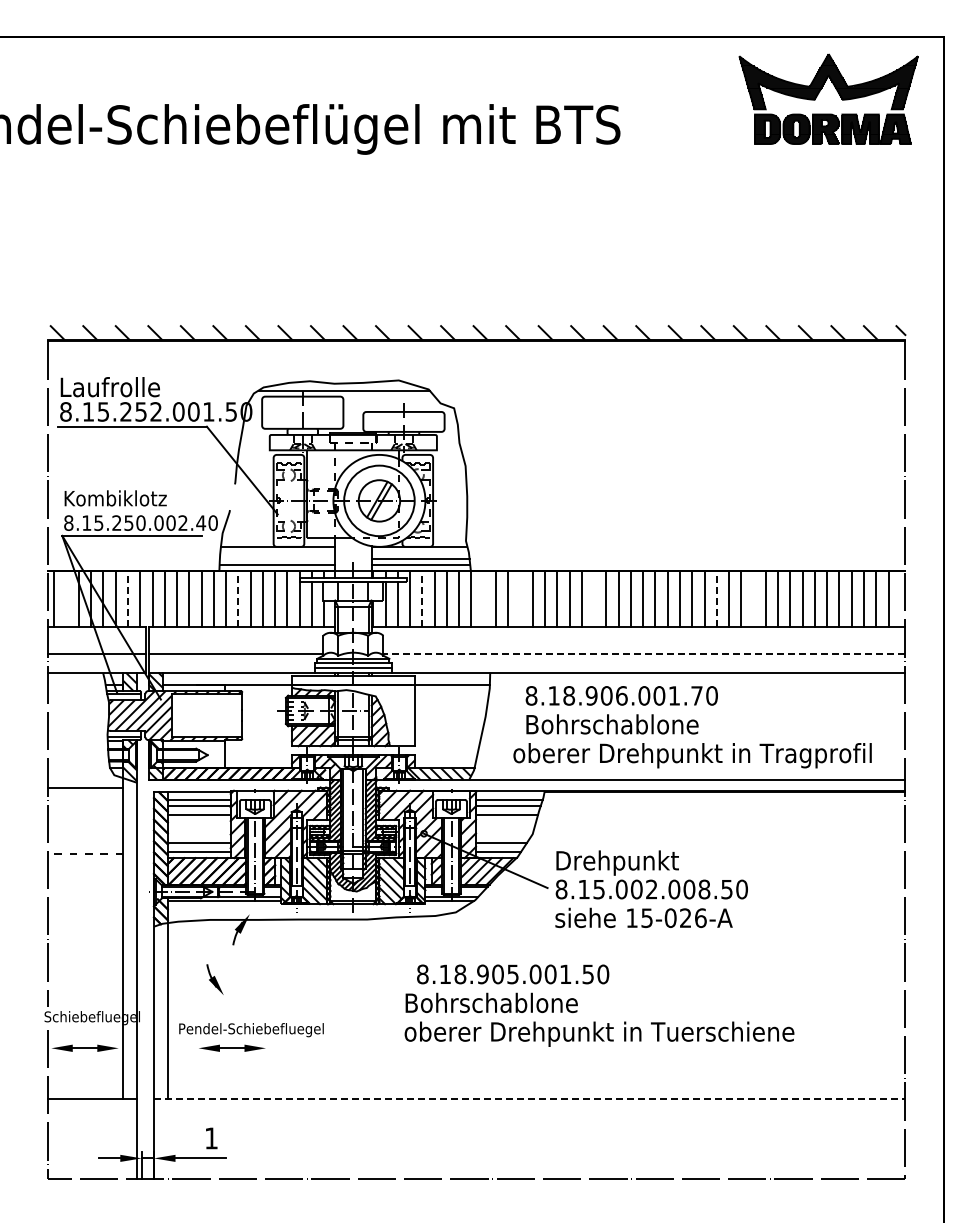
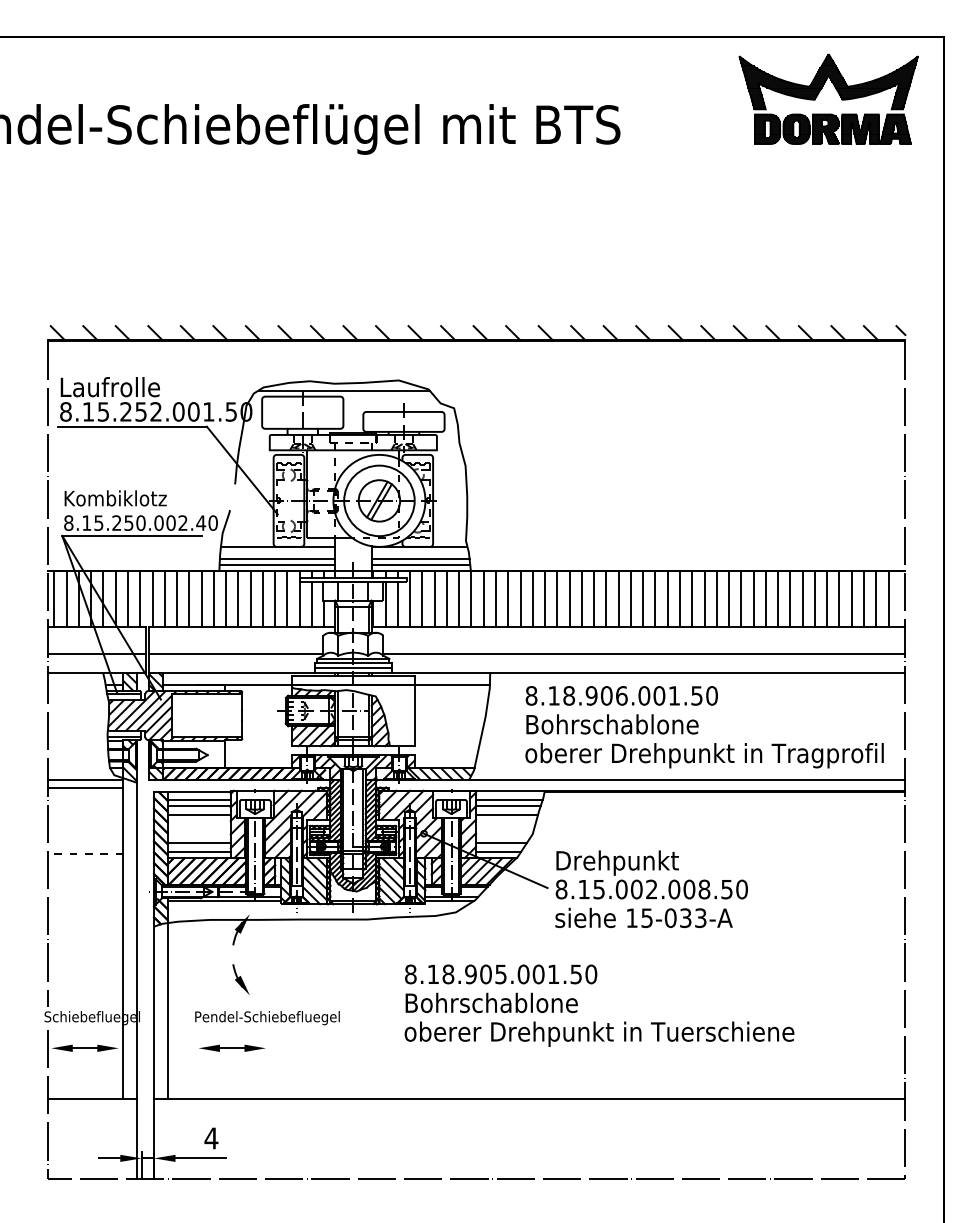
line at (276, 558): none -> present
line at (66, 598): none -> present
line at (483, 598): none -> present
line at (520, 598): none -> present
line at (594, 598): none -> present
line at (753, 598): none -> present
line at (127, 599): dashed -> solid
line at (238, 599): dashed -> solid
line at (422, 599): dashed -> solid
line at (716, 599): dashed -> solid
line at (644, 654): dashed -> solid
text at (696, 695): 8.18.906.001.70 -> 8.18.906.001.50
text at (692, 755) position: (692, 755) -> (704, 755)
line at (85, 779): none -> present
text at (693, 918): 15-026-A -> 15-033-A
text at (513, 974) position: (513, 974) -> (501, 974)
part at (214, 979) position: (214, 979) -> (240, 979)
text at (251, 1030) position: (251, 1030) -> (267, 1018)
line at (529, 1098): dashed -> solid
text at (211, 1138): 1 -> 4
